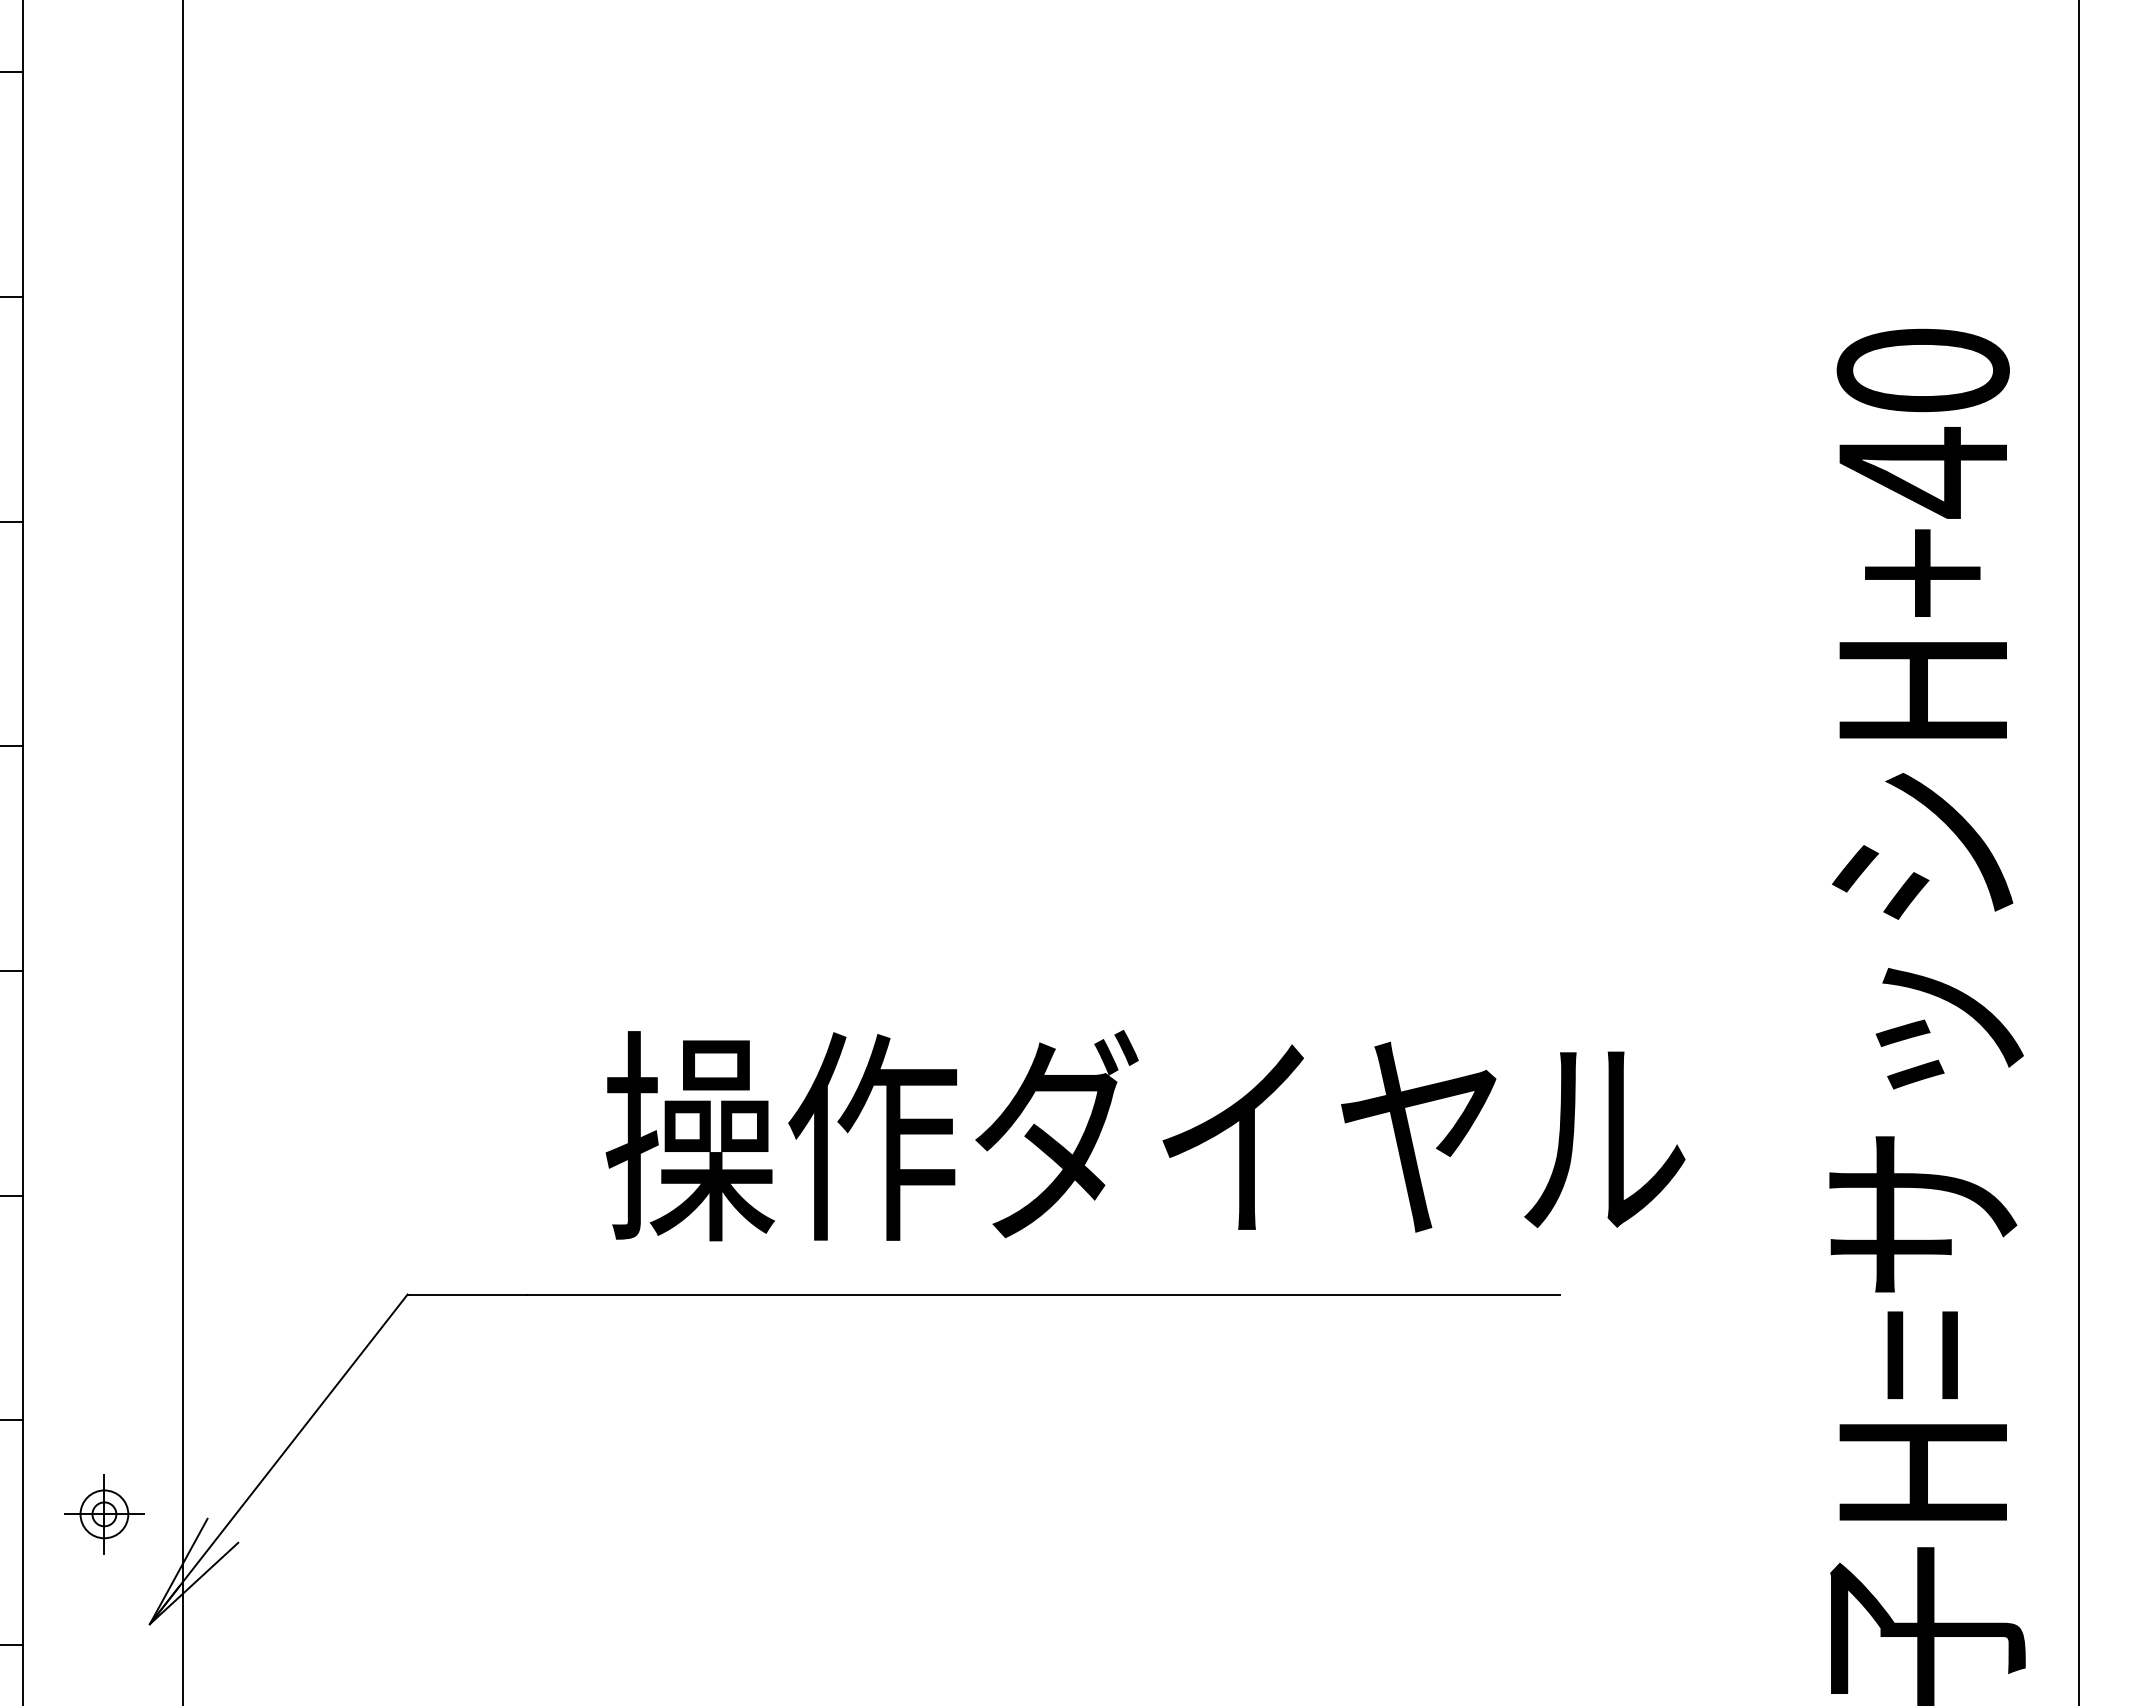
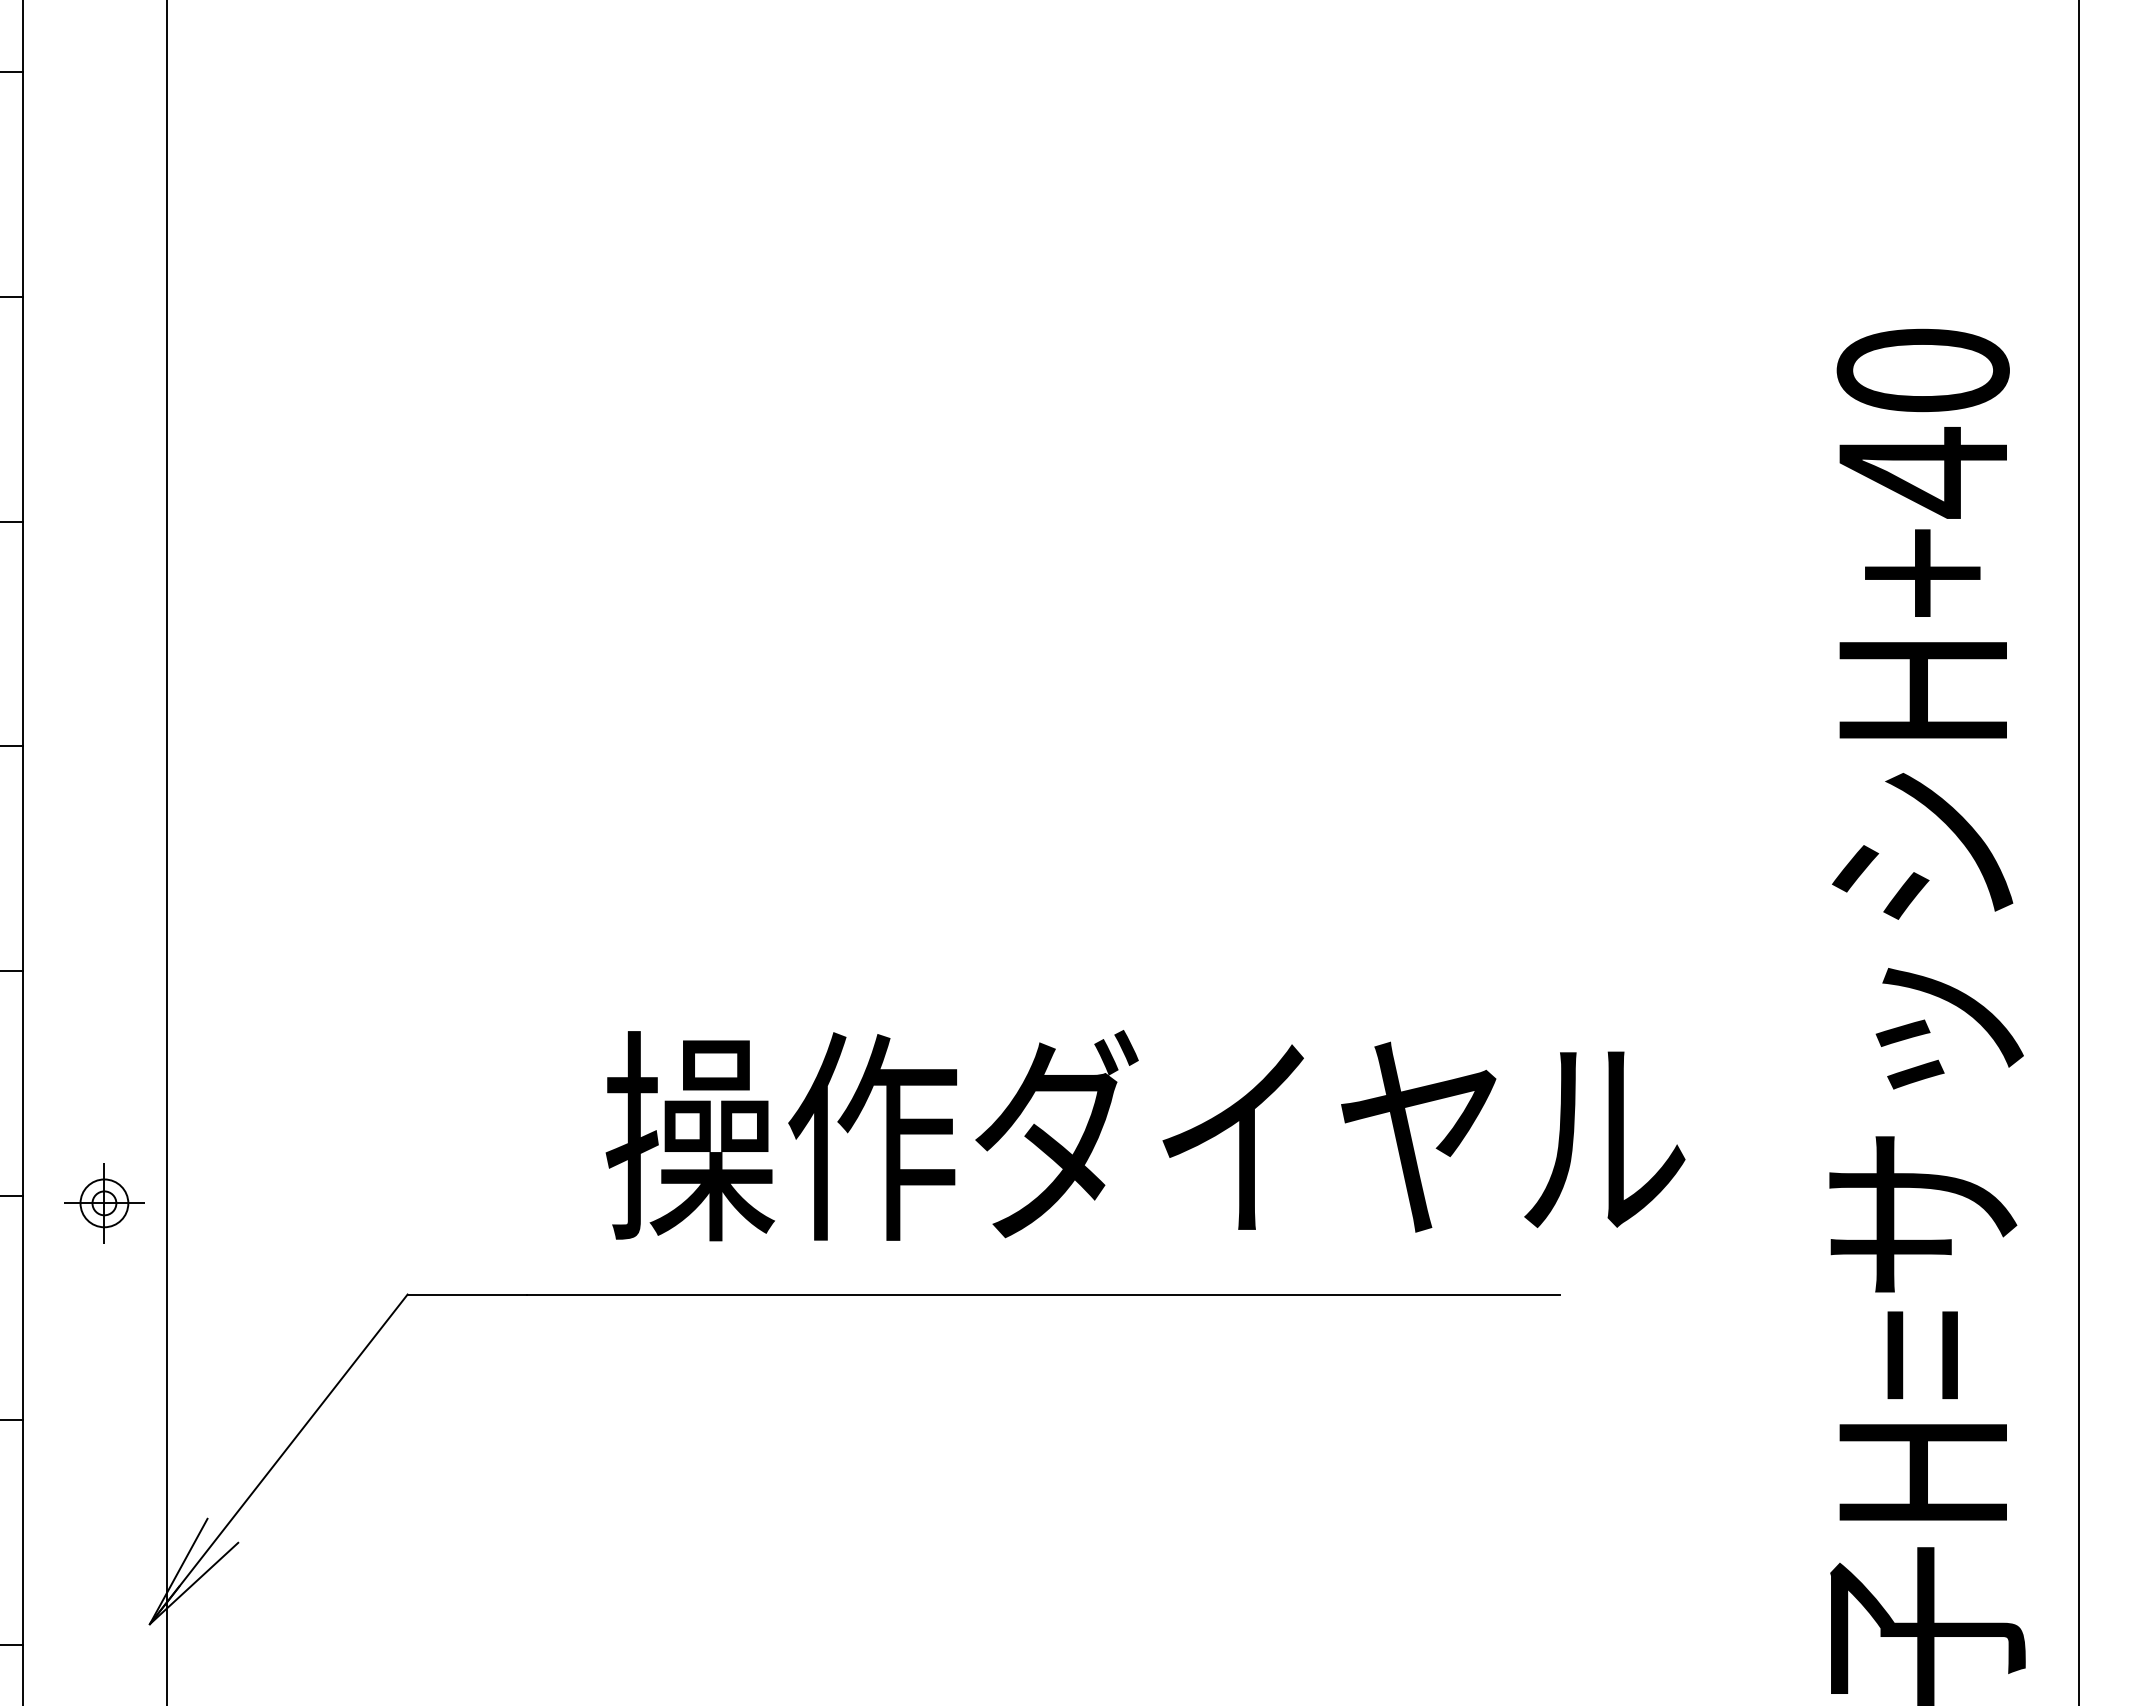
line at (182, 852) position: (182, 852) -> (166, 852)
part at (104, 1514) position: (104, 1514) -> (104, 1203)
